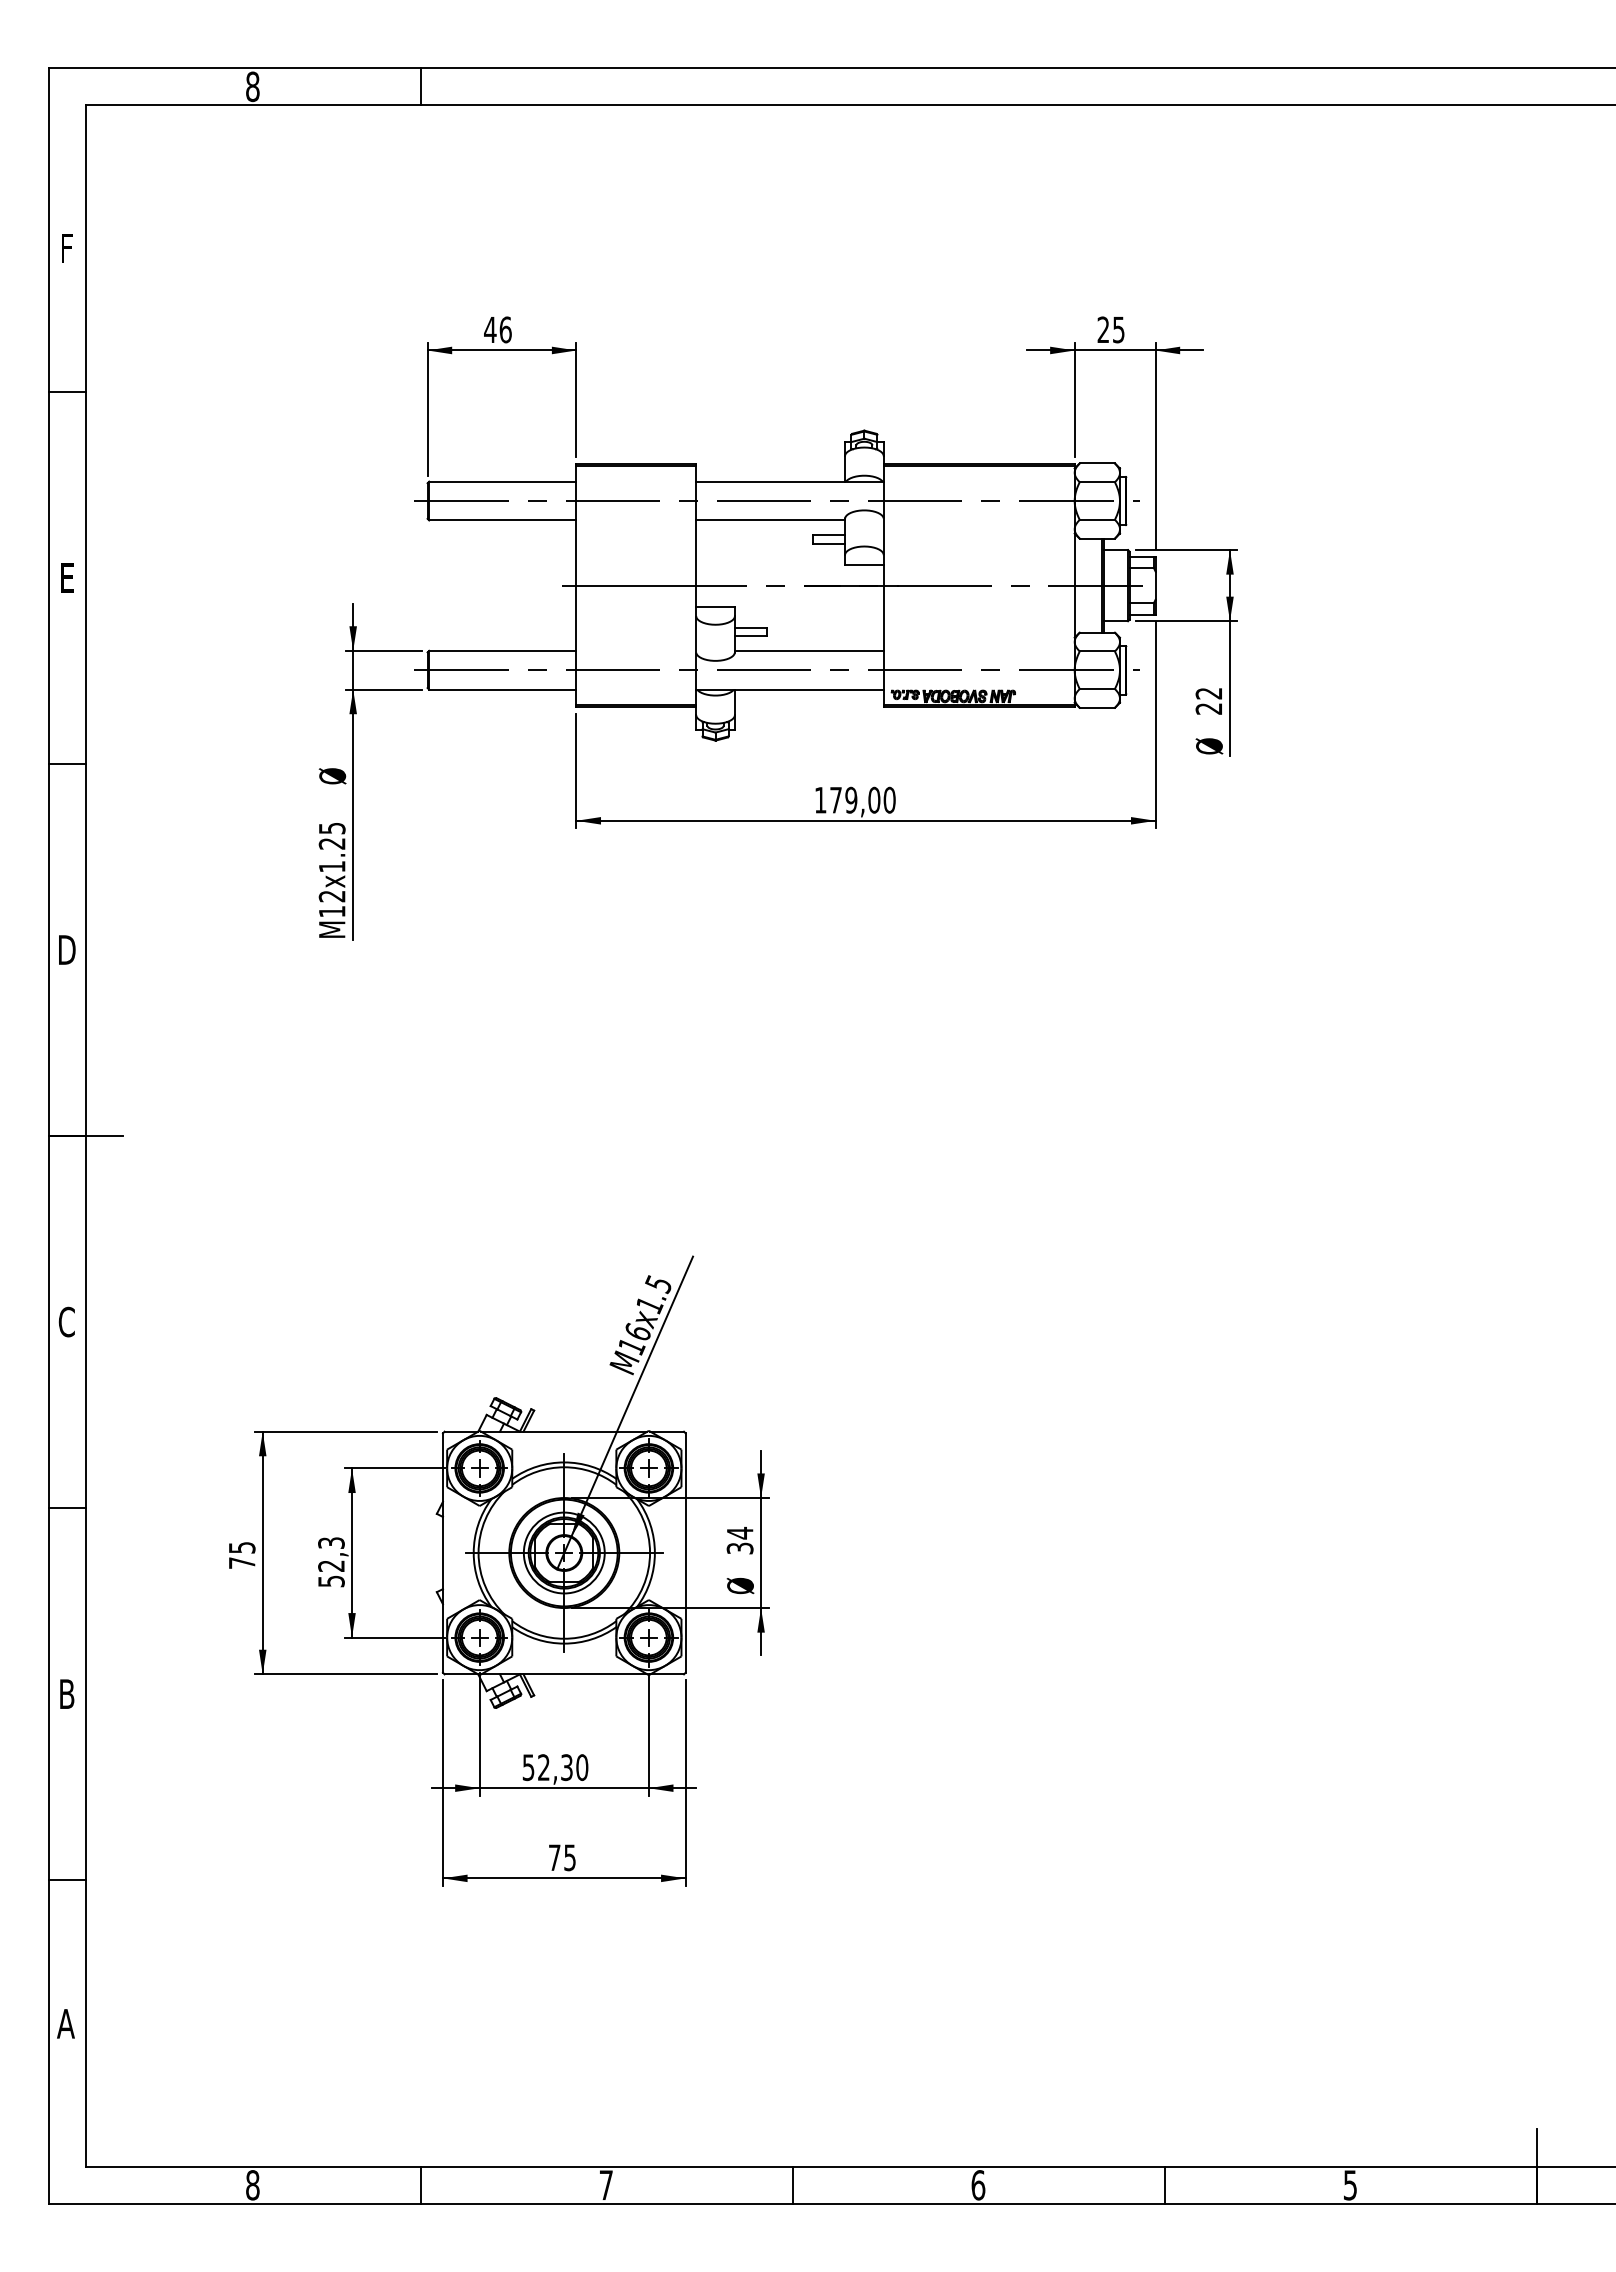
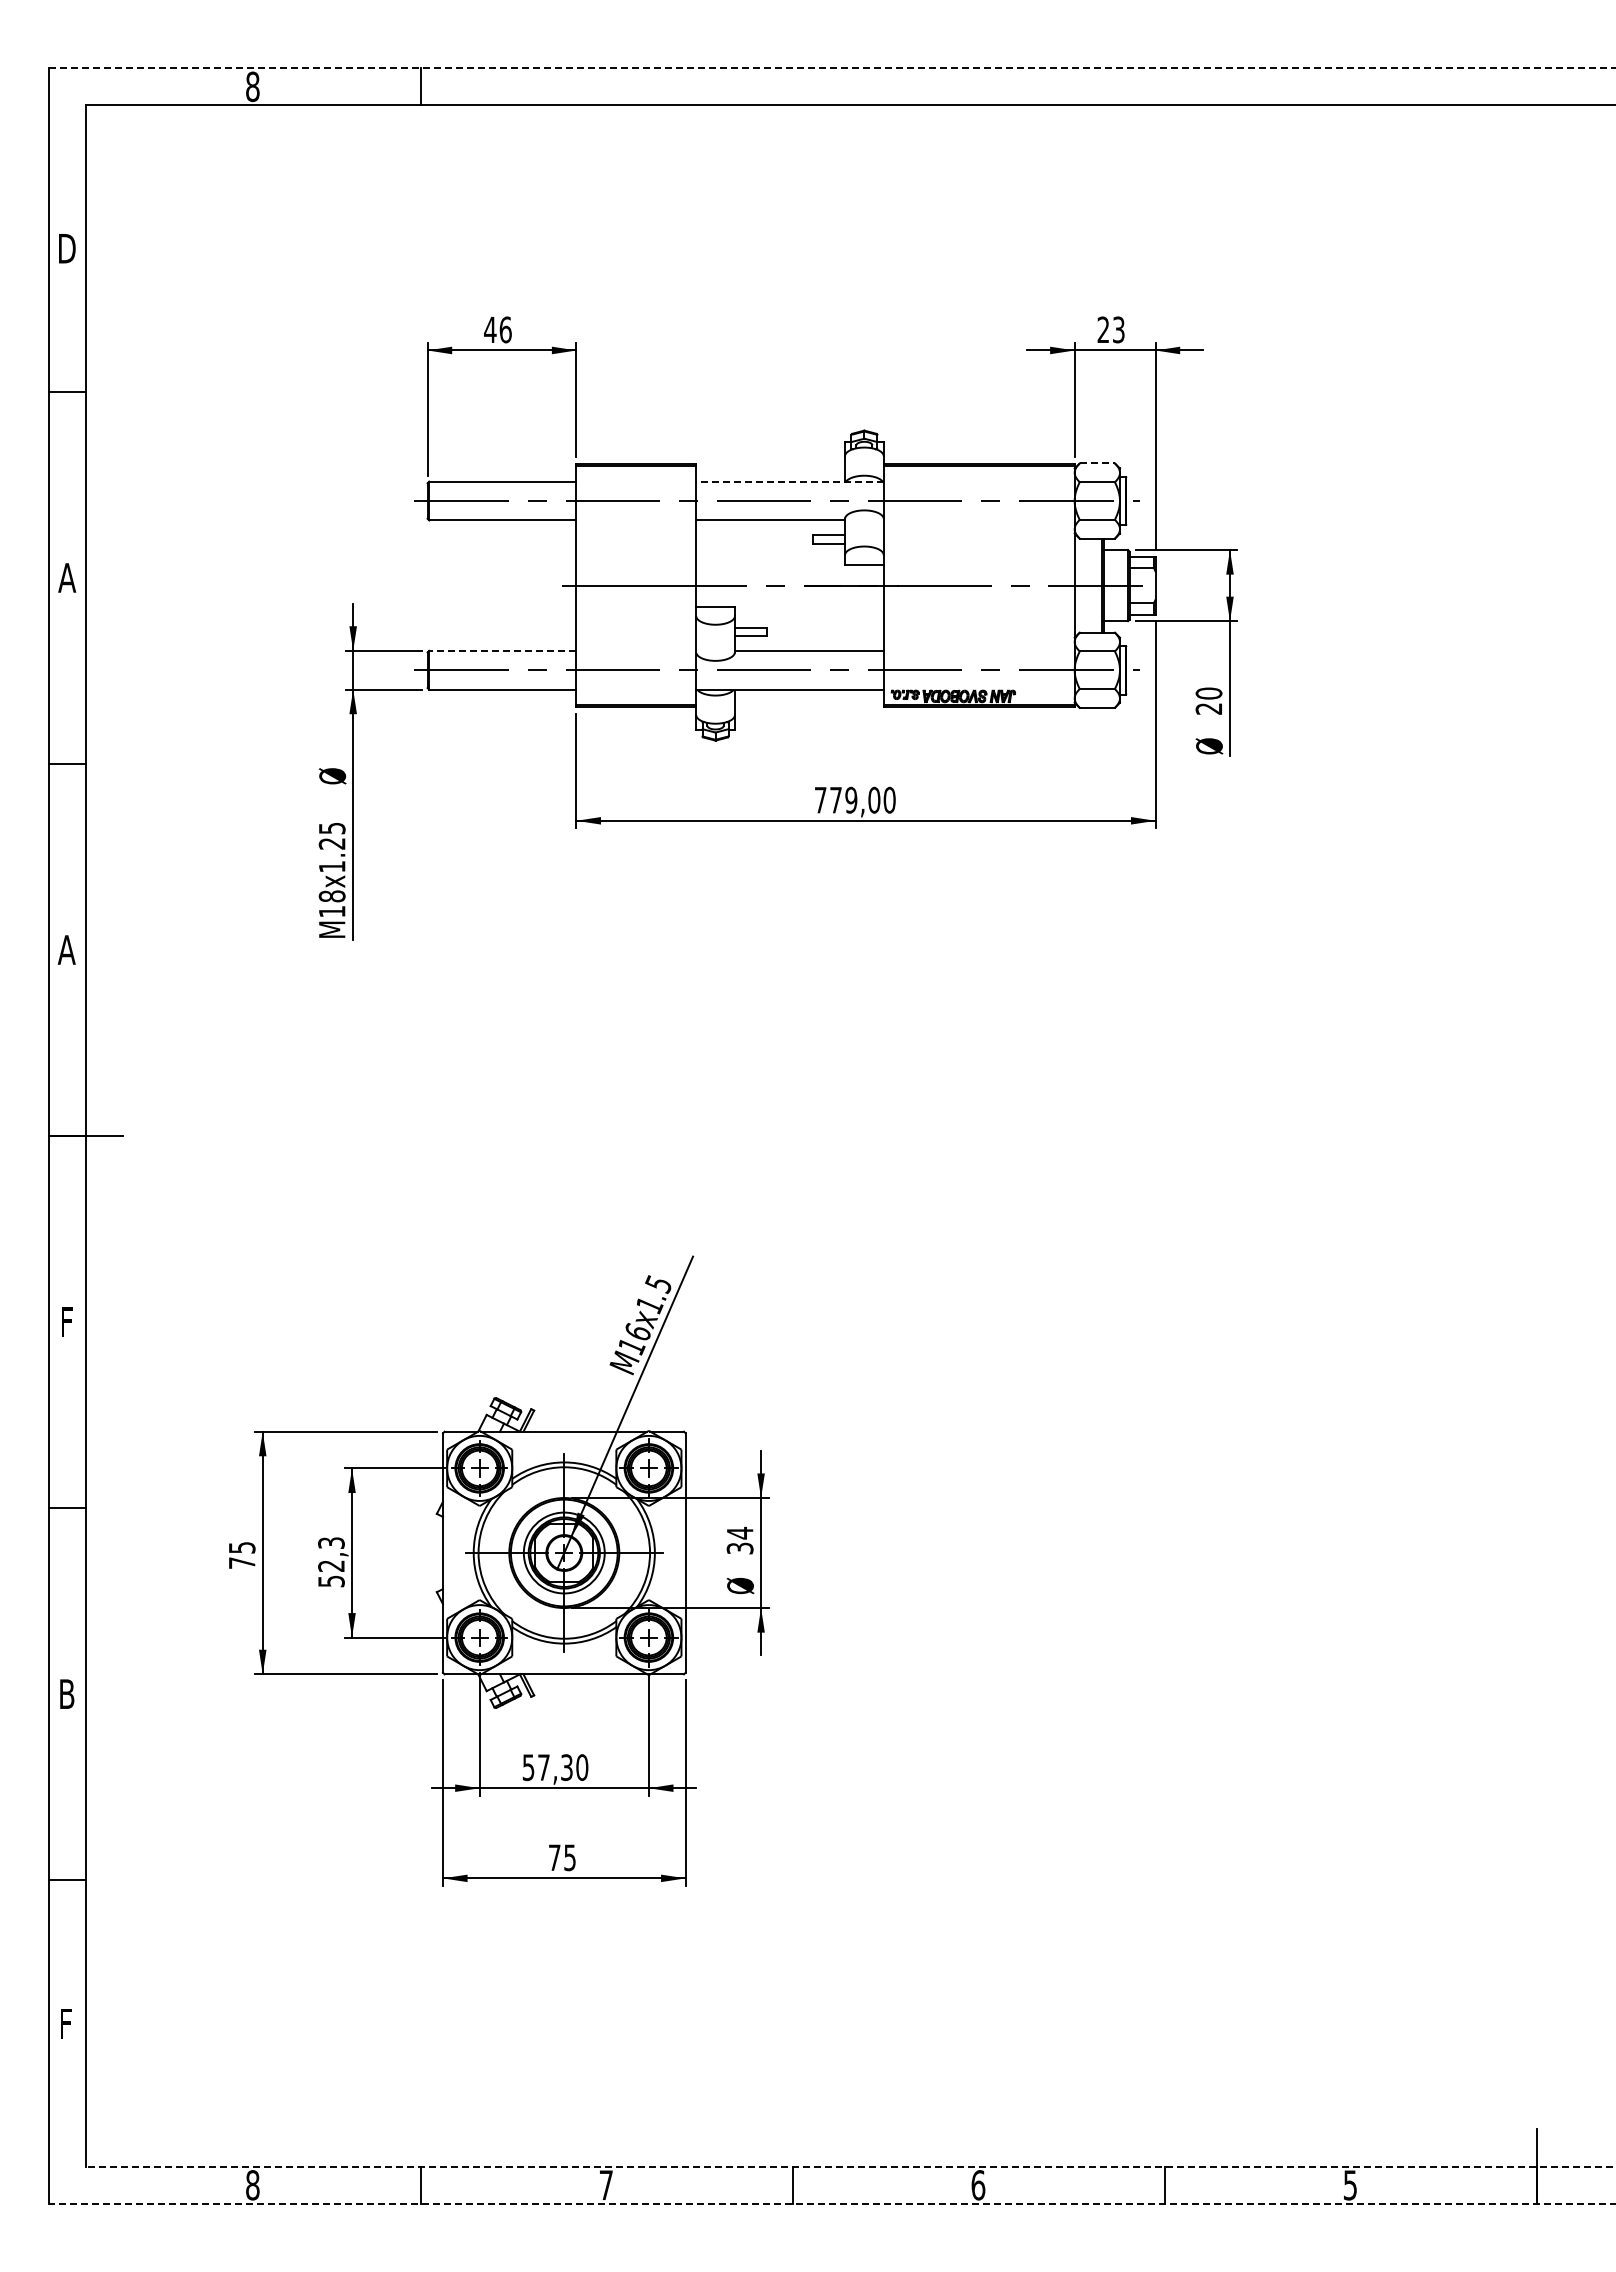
line at (832, 68): solid -> dashed
text at (67, 248): F -> D
text at (1118, 329): 25 -> 23
line at (1097, 463): solid -> dashed
line at (789, 481): solid -> dashed
text at (67, 577): E -> A
line at (502, 650): solid -> dashed
text at (1208, 693): 22 -> 20
text at (820, 800): 179,00 -> 779,00
text at (331, 896): M12x1.25 -> M18x1.25
text at (66, 949): D -> A
text at (66, 1321): C -> F
text at (543, 1767): 52,30 -> 57,30
text at (65, 2023): A -> F
line at (850, 2166): solid -> dashed
line at (831, 2203): solid -> dashed
